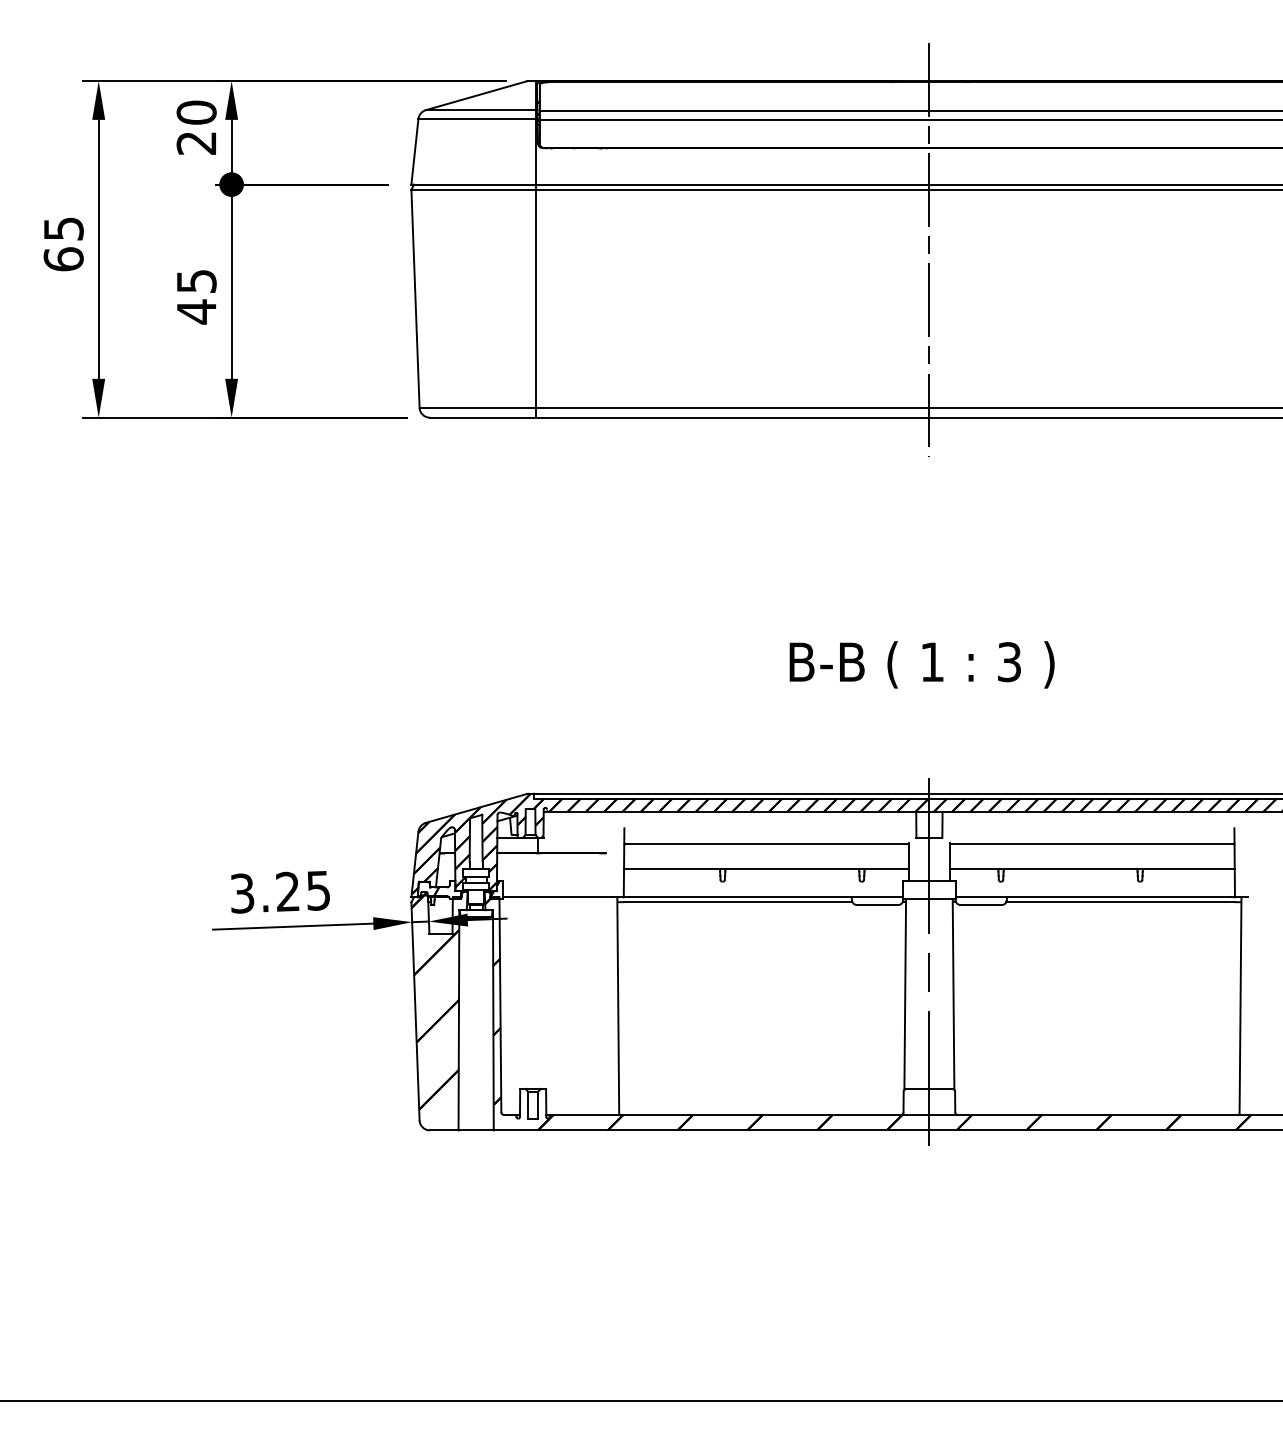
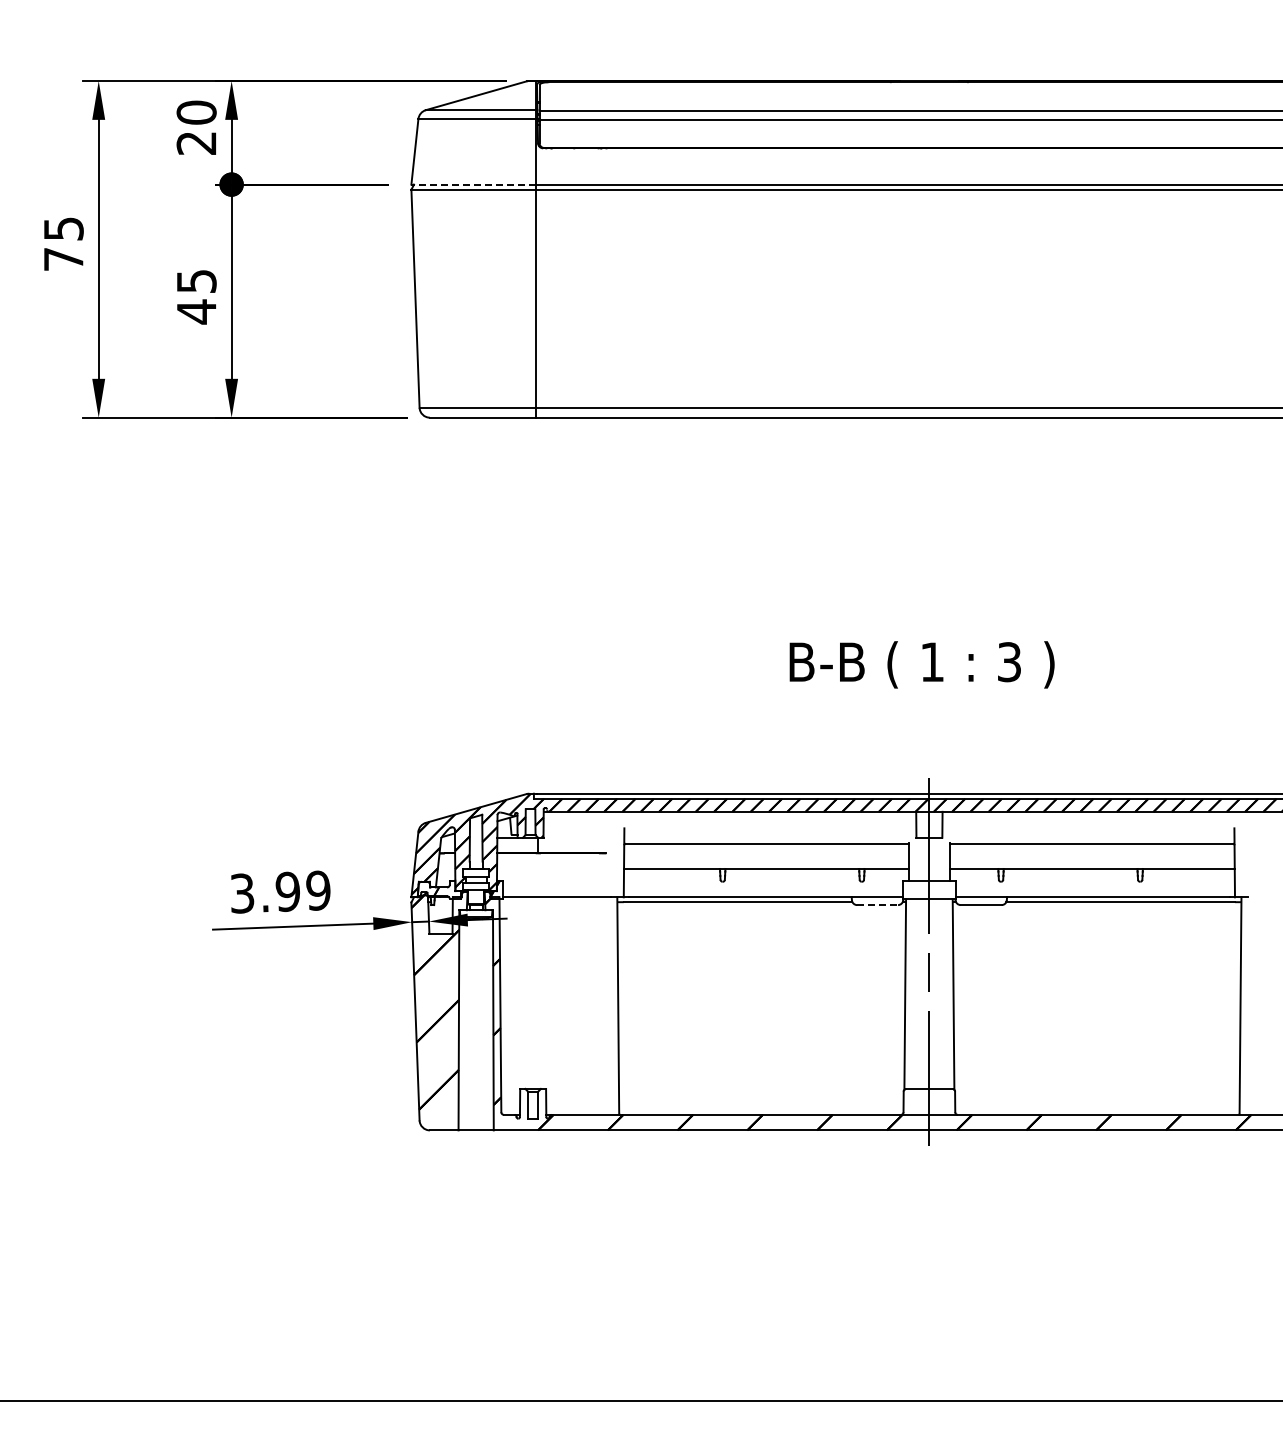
line at (473, 184): solid -> dashed
line at (929, 249): present -> none
text at (63, 259): 65 -> 75
text at (302, 890): 3.25 -> 3.99
line at (878, 905): solid -> dashed
